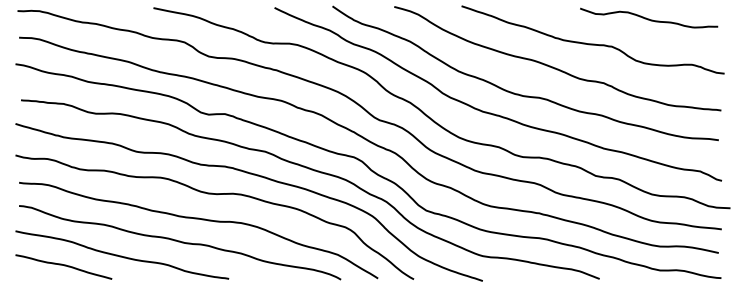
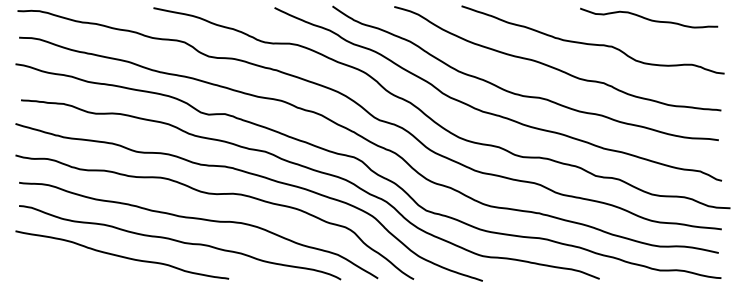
curve at (63, 265): present -> none
